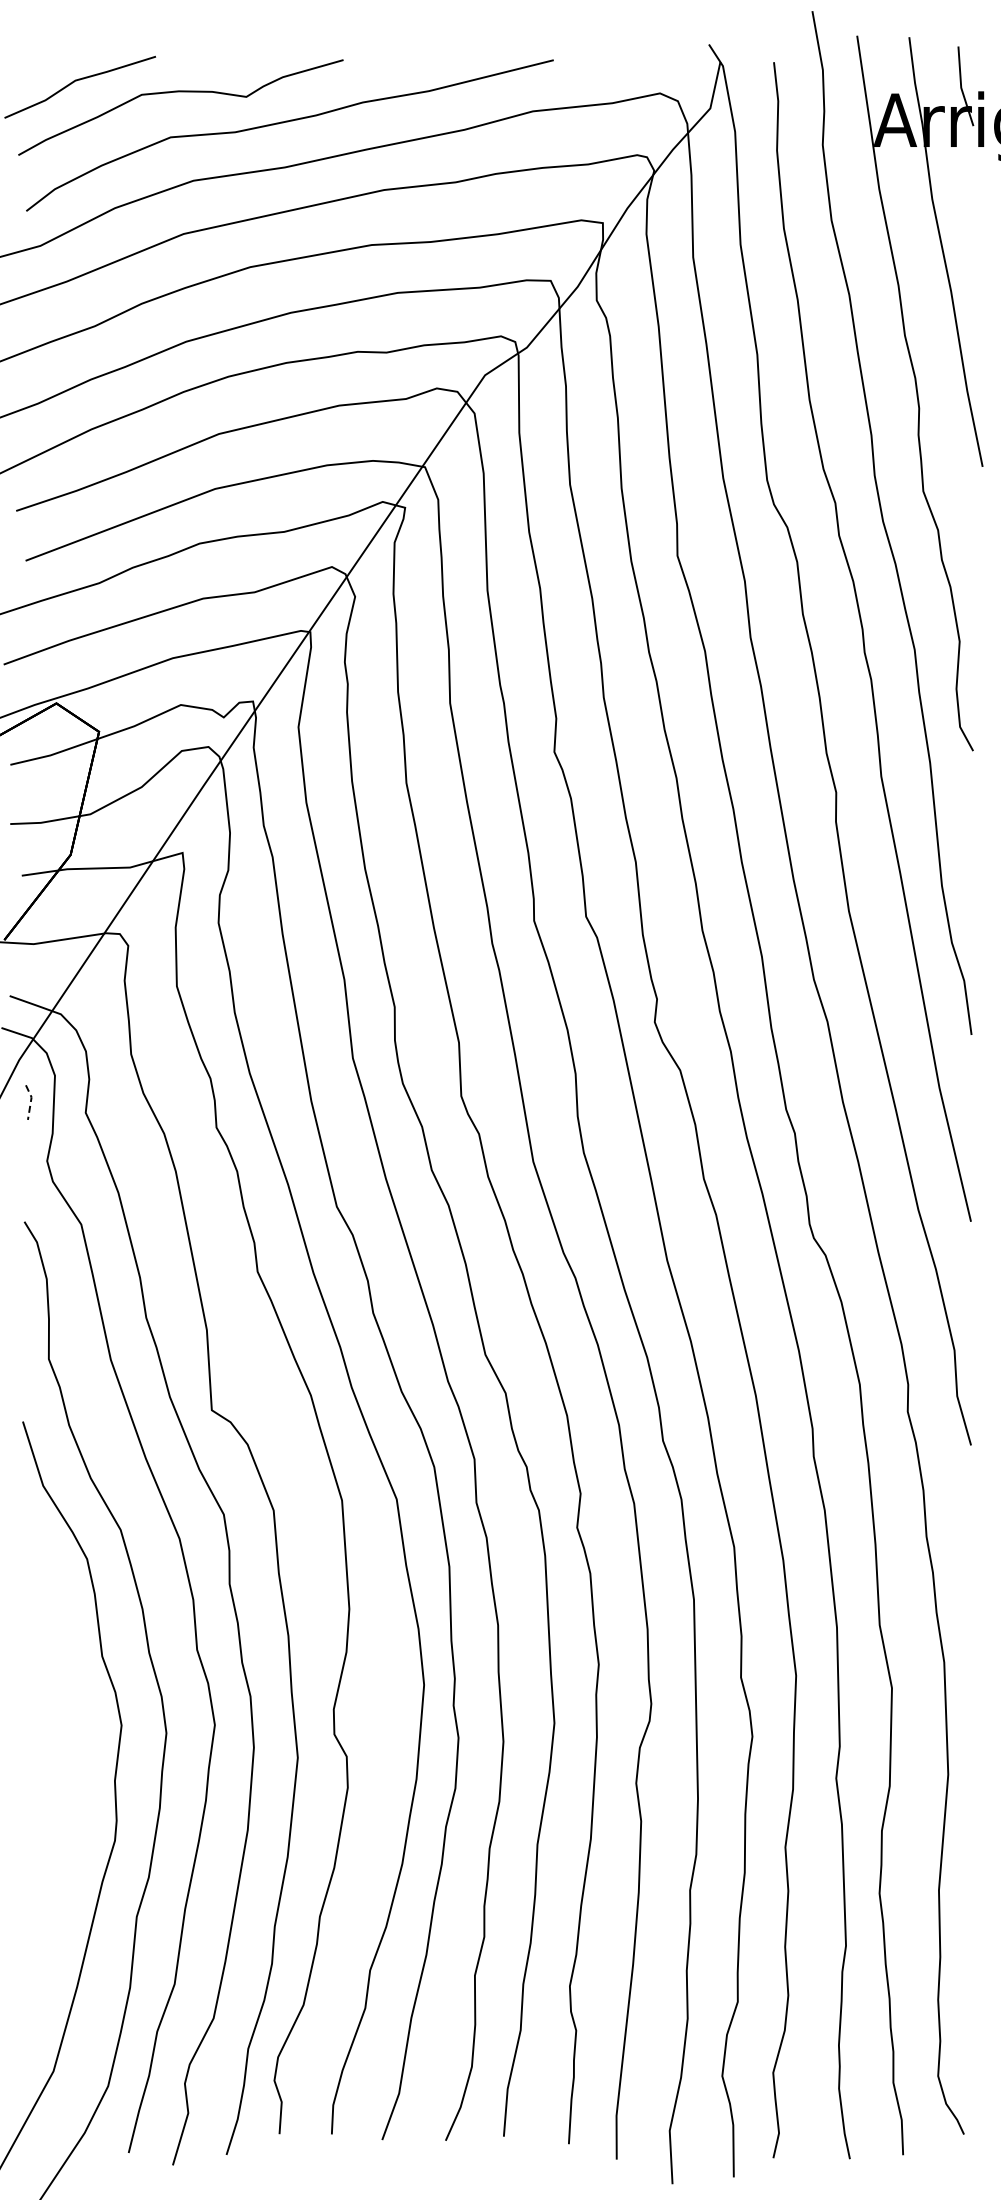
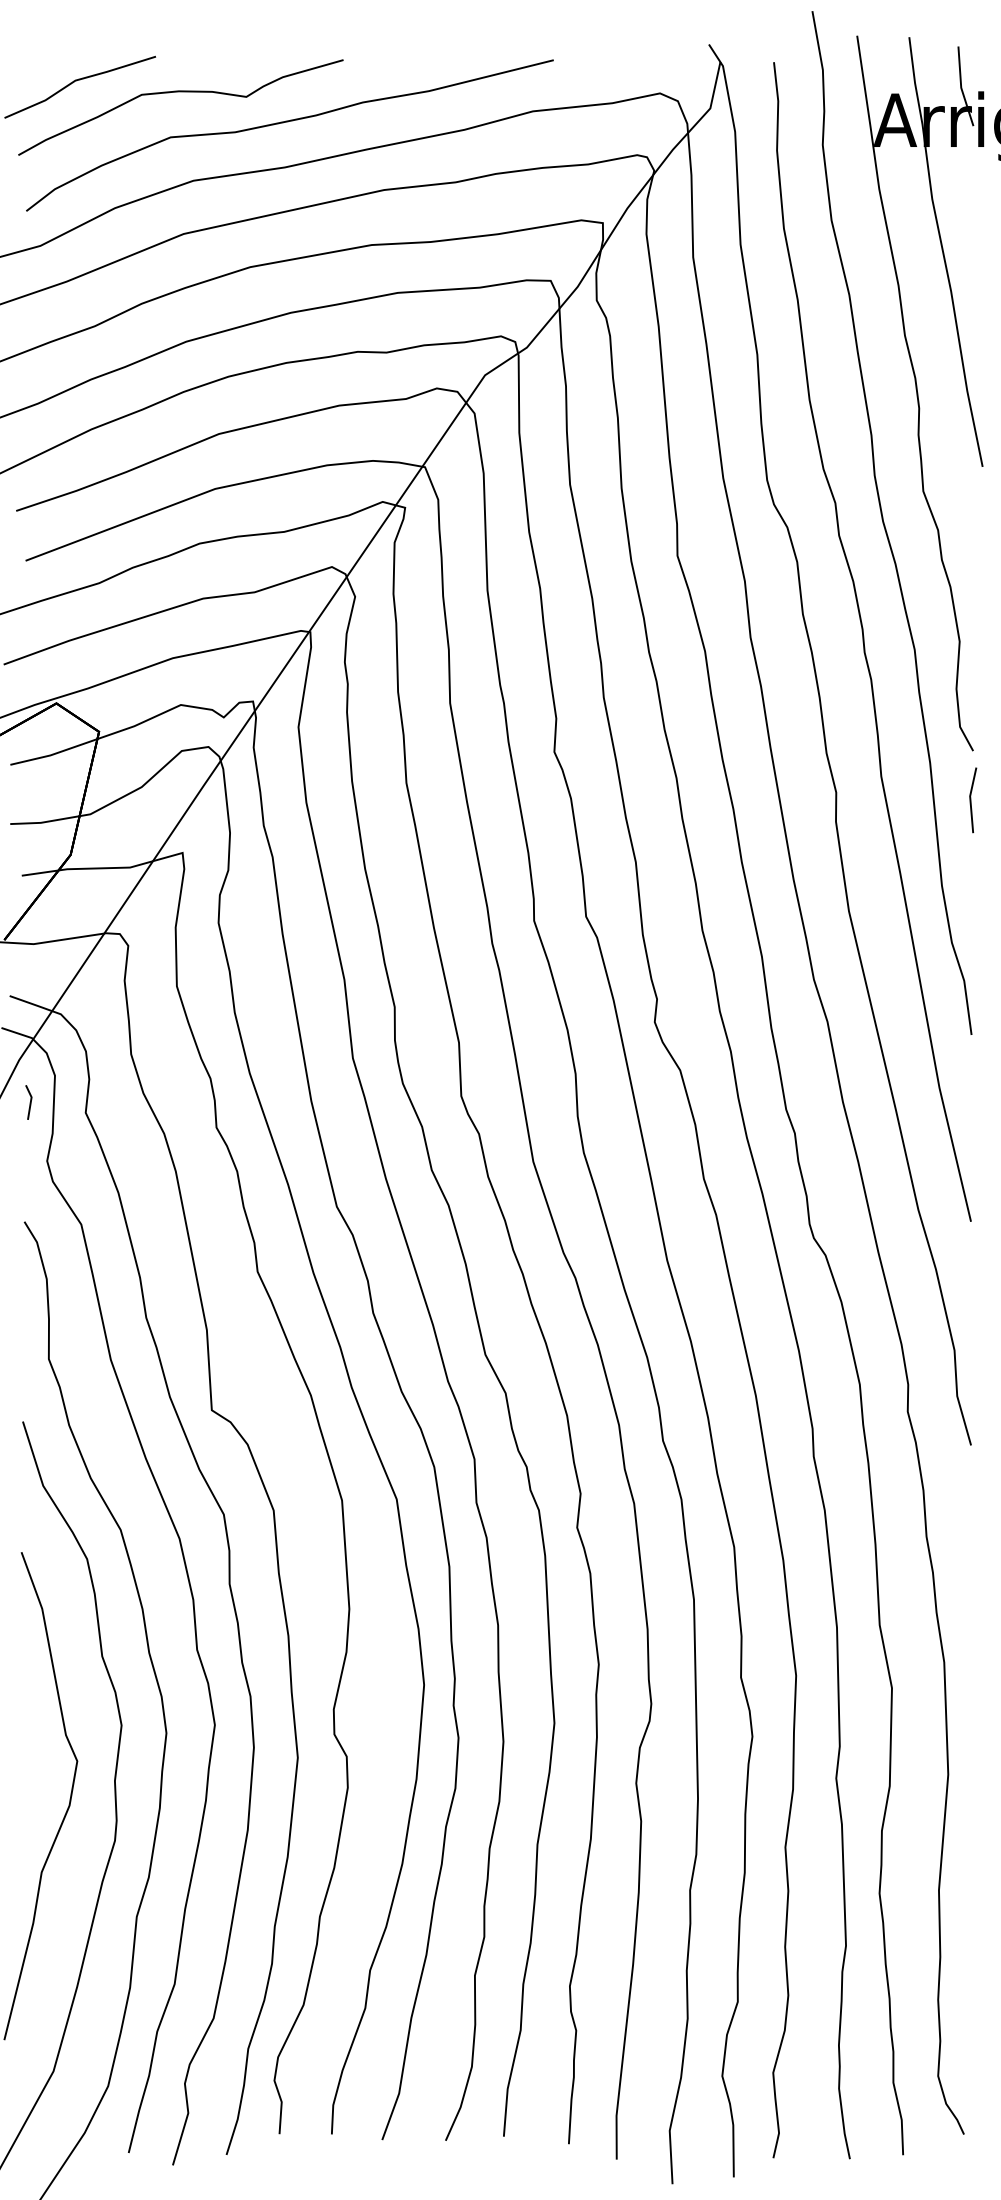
line at (971, 800): none -> present
line at (30, 1101): dashed -> solid
curve at (69, 1798): none -> present
